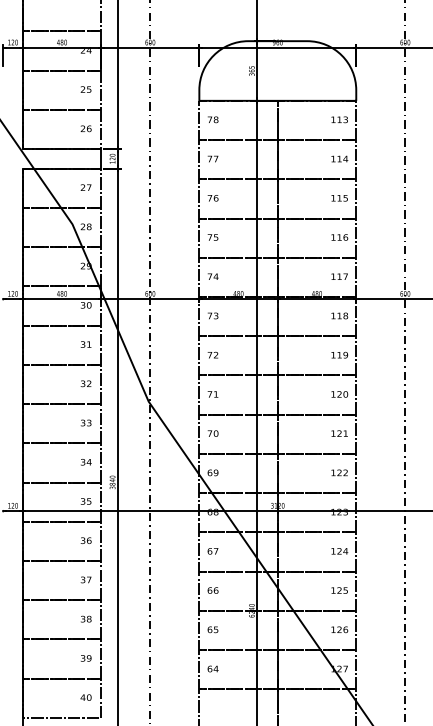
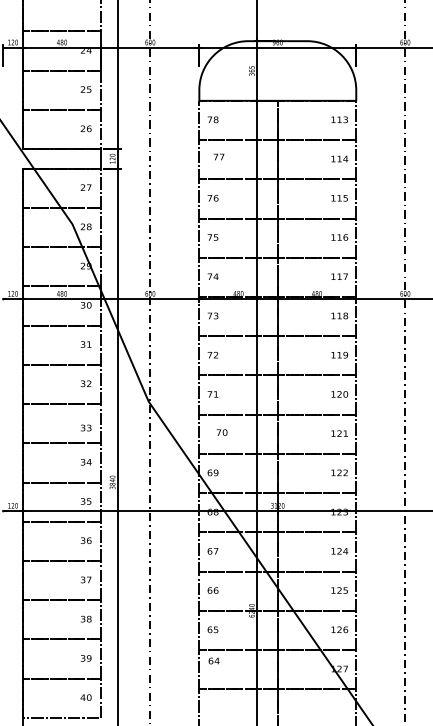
text at (212, 158) position: (212, 158) -> (218, 156)
text at (85, 422) position: (85, 422) -> (85, 427)
text at (212, 433) position: (212, 433) -> (221, 432)
text at (212, 668) position: (212, 668) -> (213, 660)
